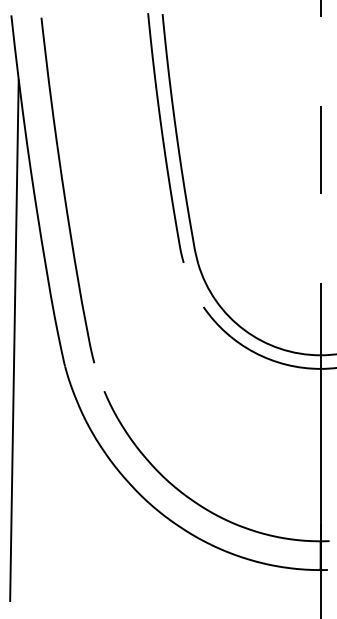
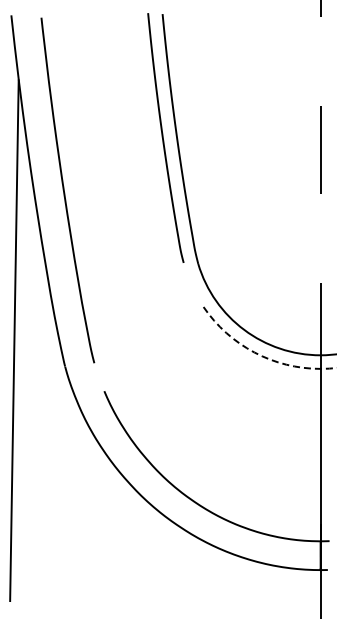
arc at (262, 356): solid -> dashed
